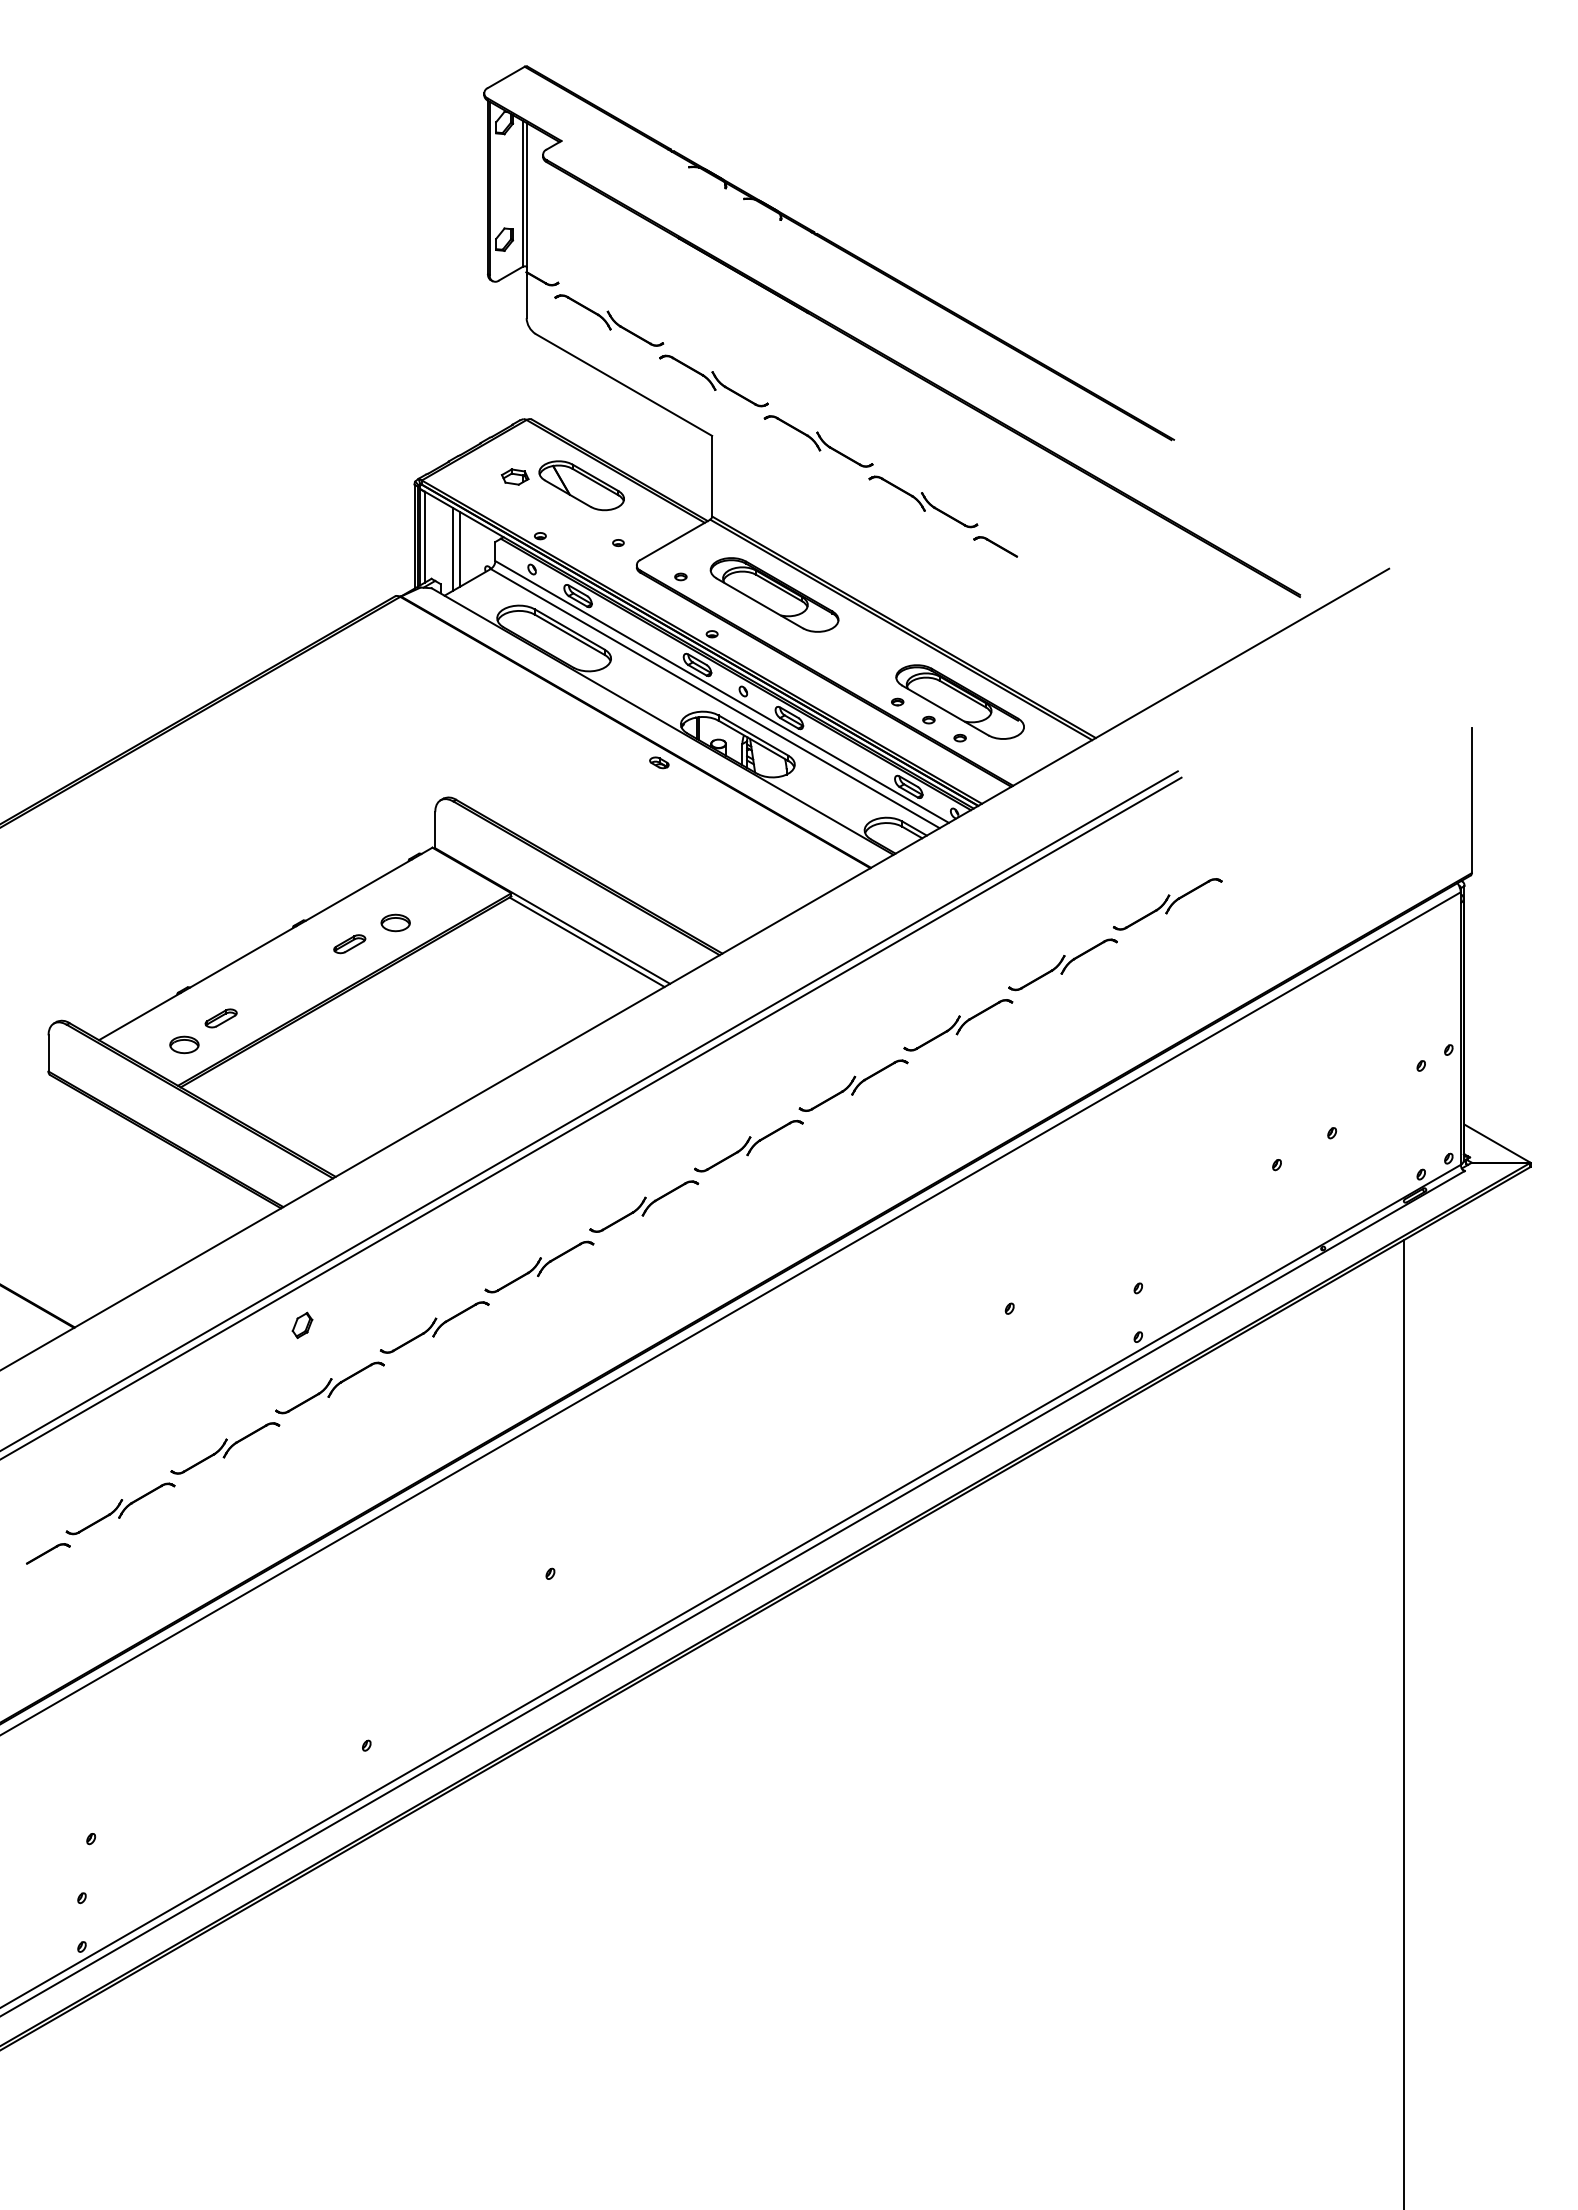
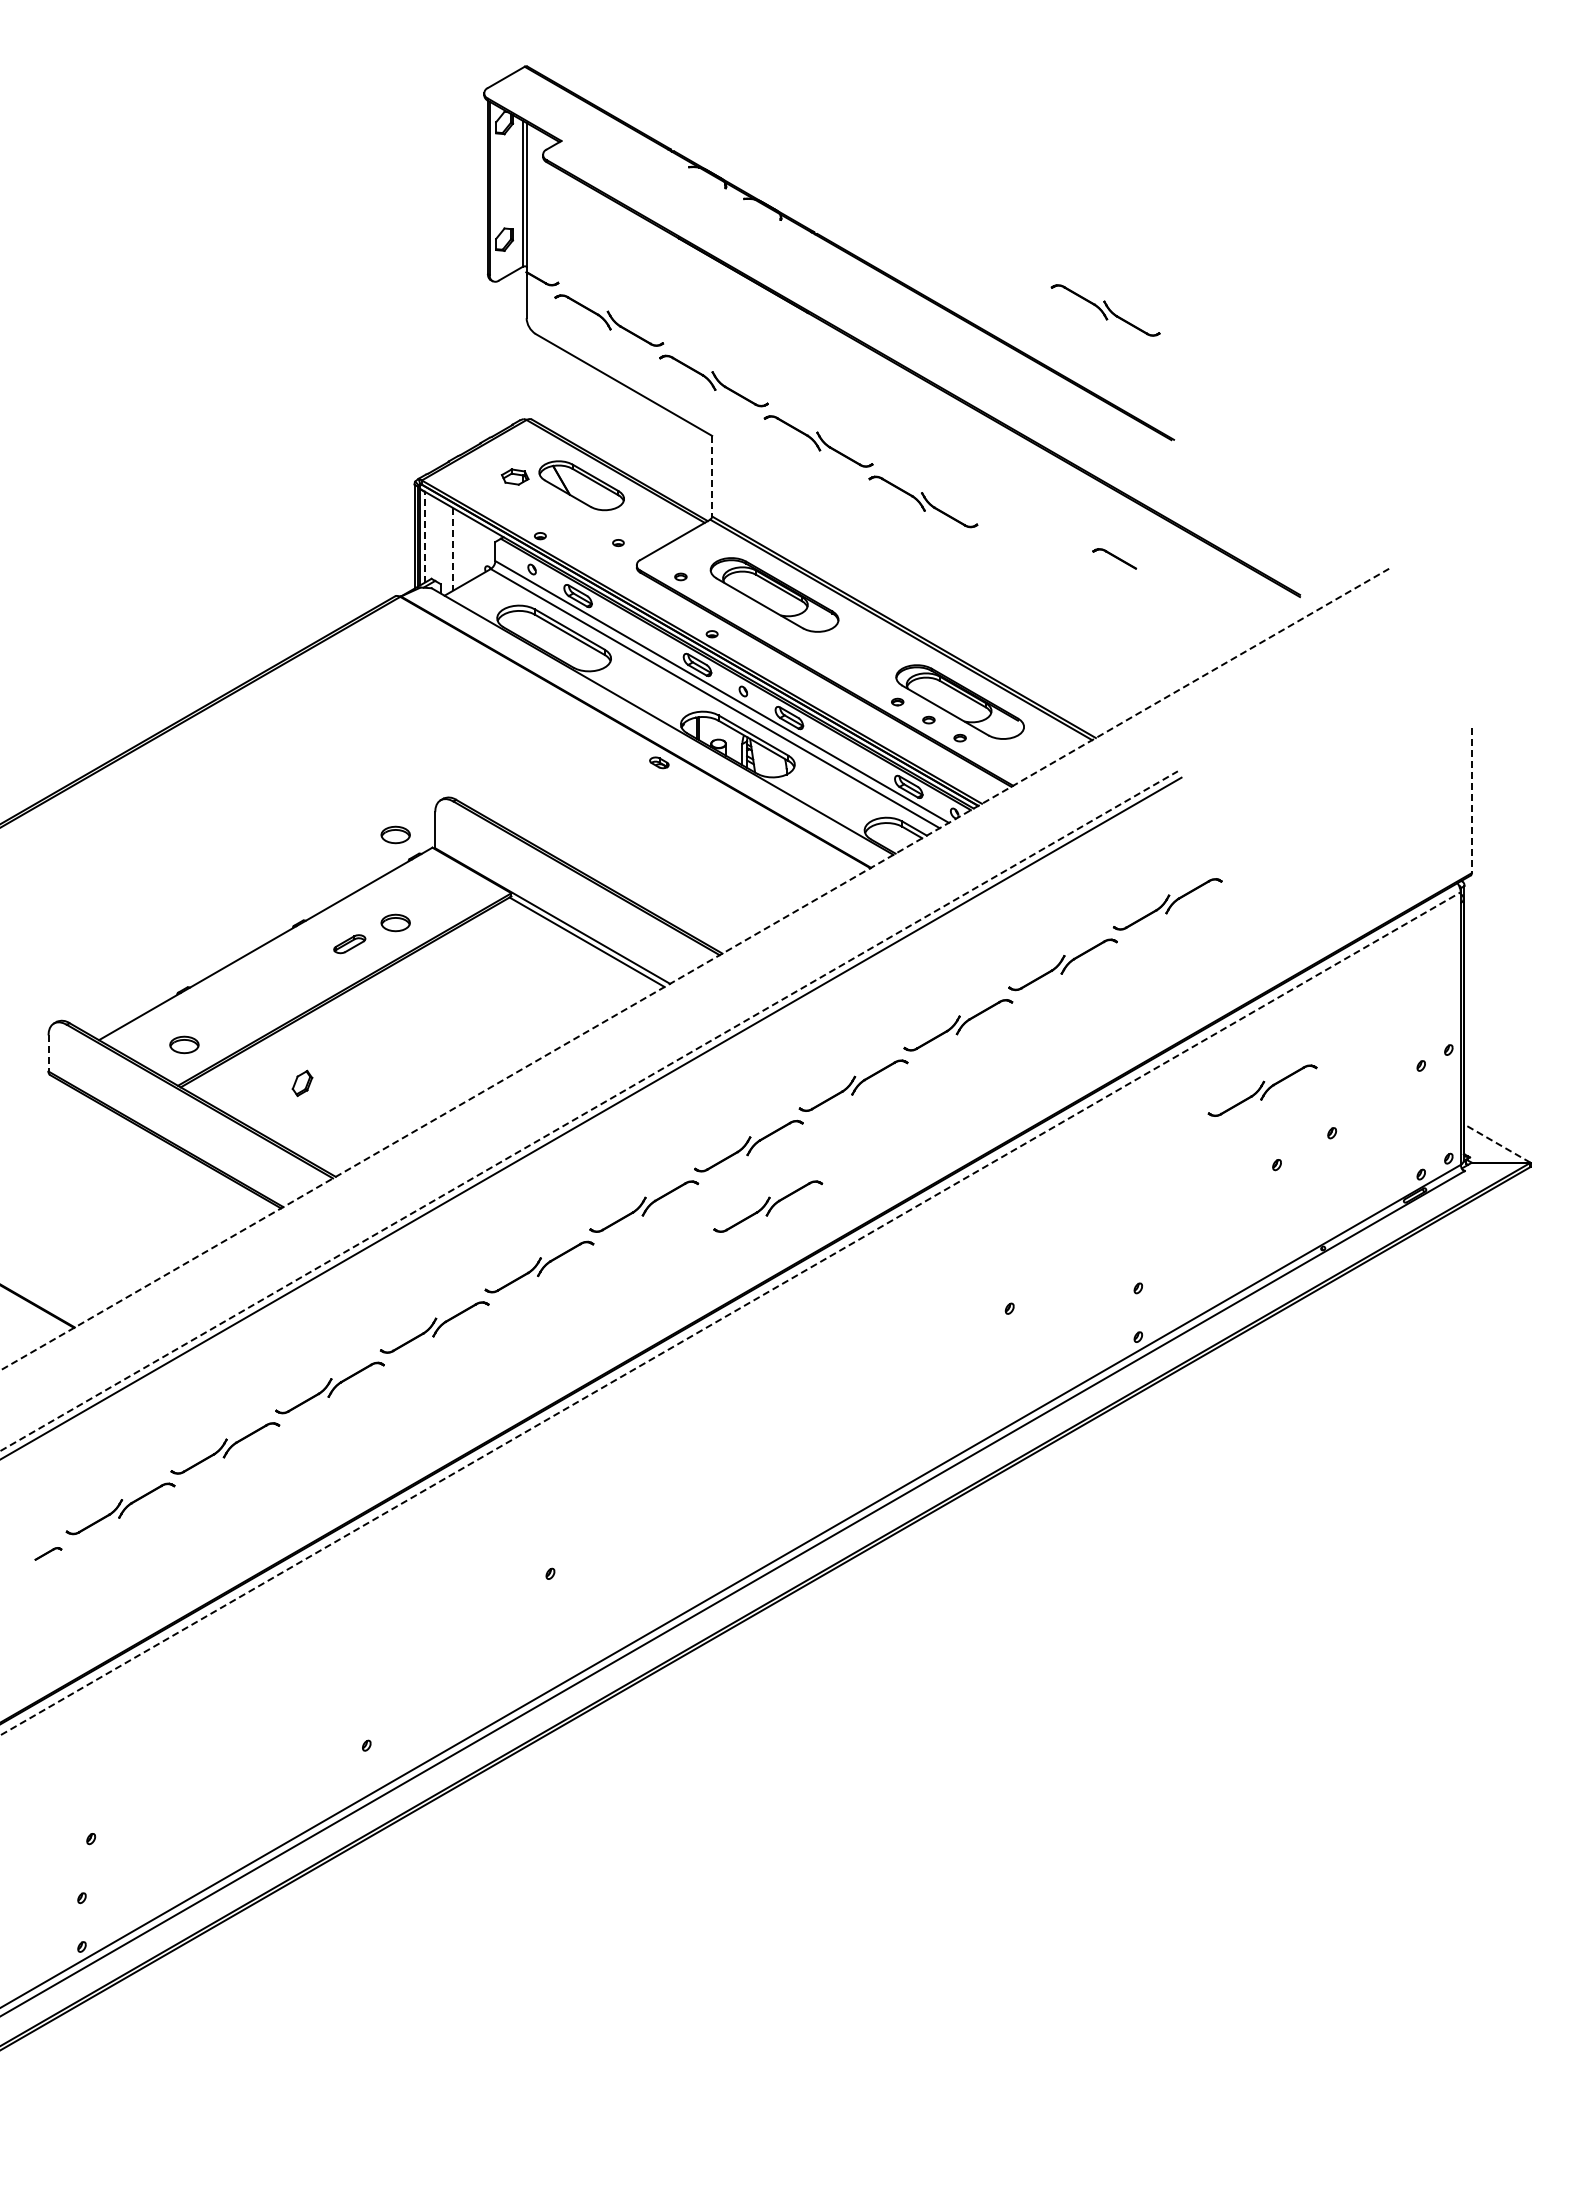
part at (1105, 310): none -> present
line at (712, 476): solid -> dashed
line at (424, 537): solid -> dashed
part at (995, 546) position: (995, 546) -> (1114, 558)
line at (453, 549): solid -> dashed
line at (460, 549): present -> none
line at (1471, 801): solid -> dashed
part at (395, 834): none -> present
line at (694, 969): solid -> dashed
part at (220, 1018): present -> none
line at (48, 1053): solid -> dashed
part at (1262, 1090): none -> present
line at (589, 1111): solid -> dashed
line at (1497, 1143): solid -> dashed
part at (768, 1206): none -> present
line at (730, 1313): solid -> dashed
part at (302, 1324) position: (302, 1324) -> (302, 1082)
part at (48, 1553) size: 45x22 px -> 29x14 px
line at (1403, 1723): present -> none
